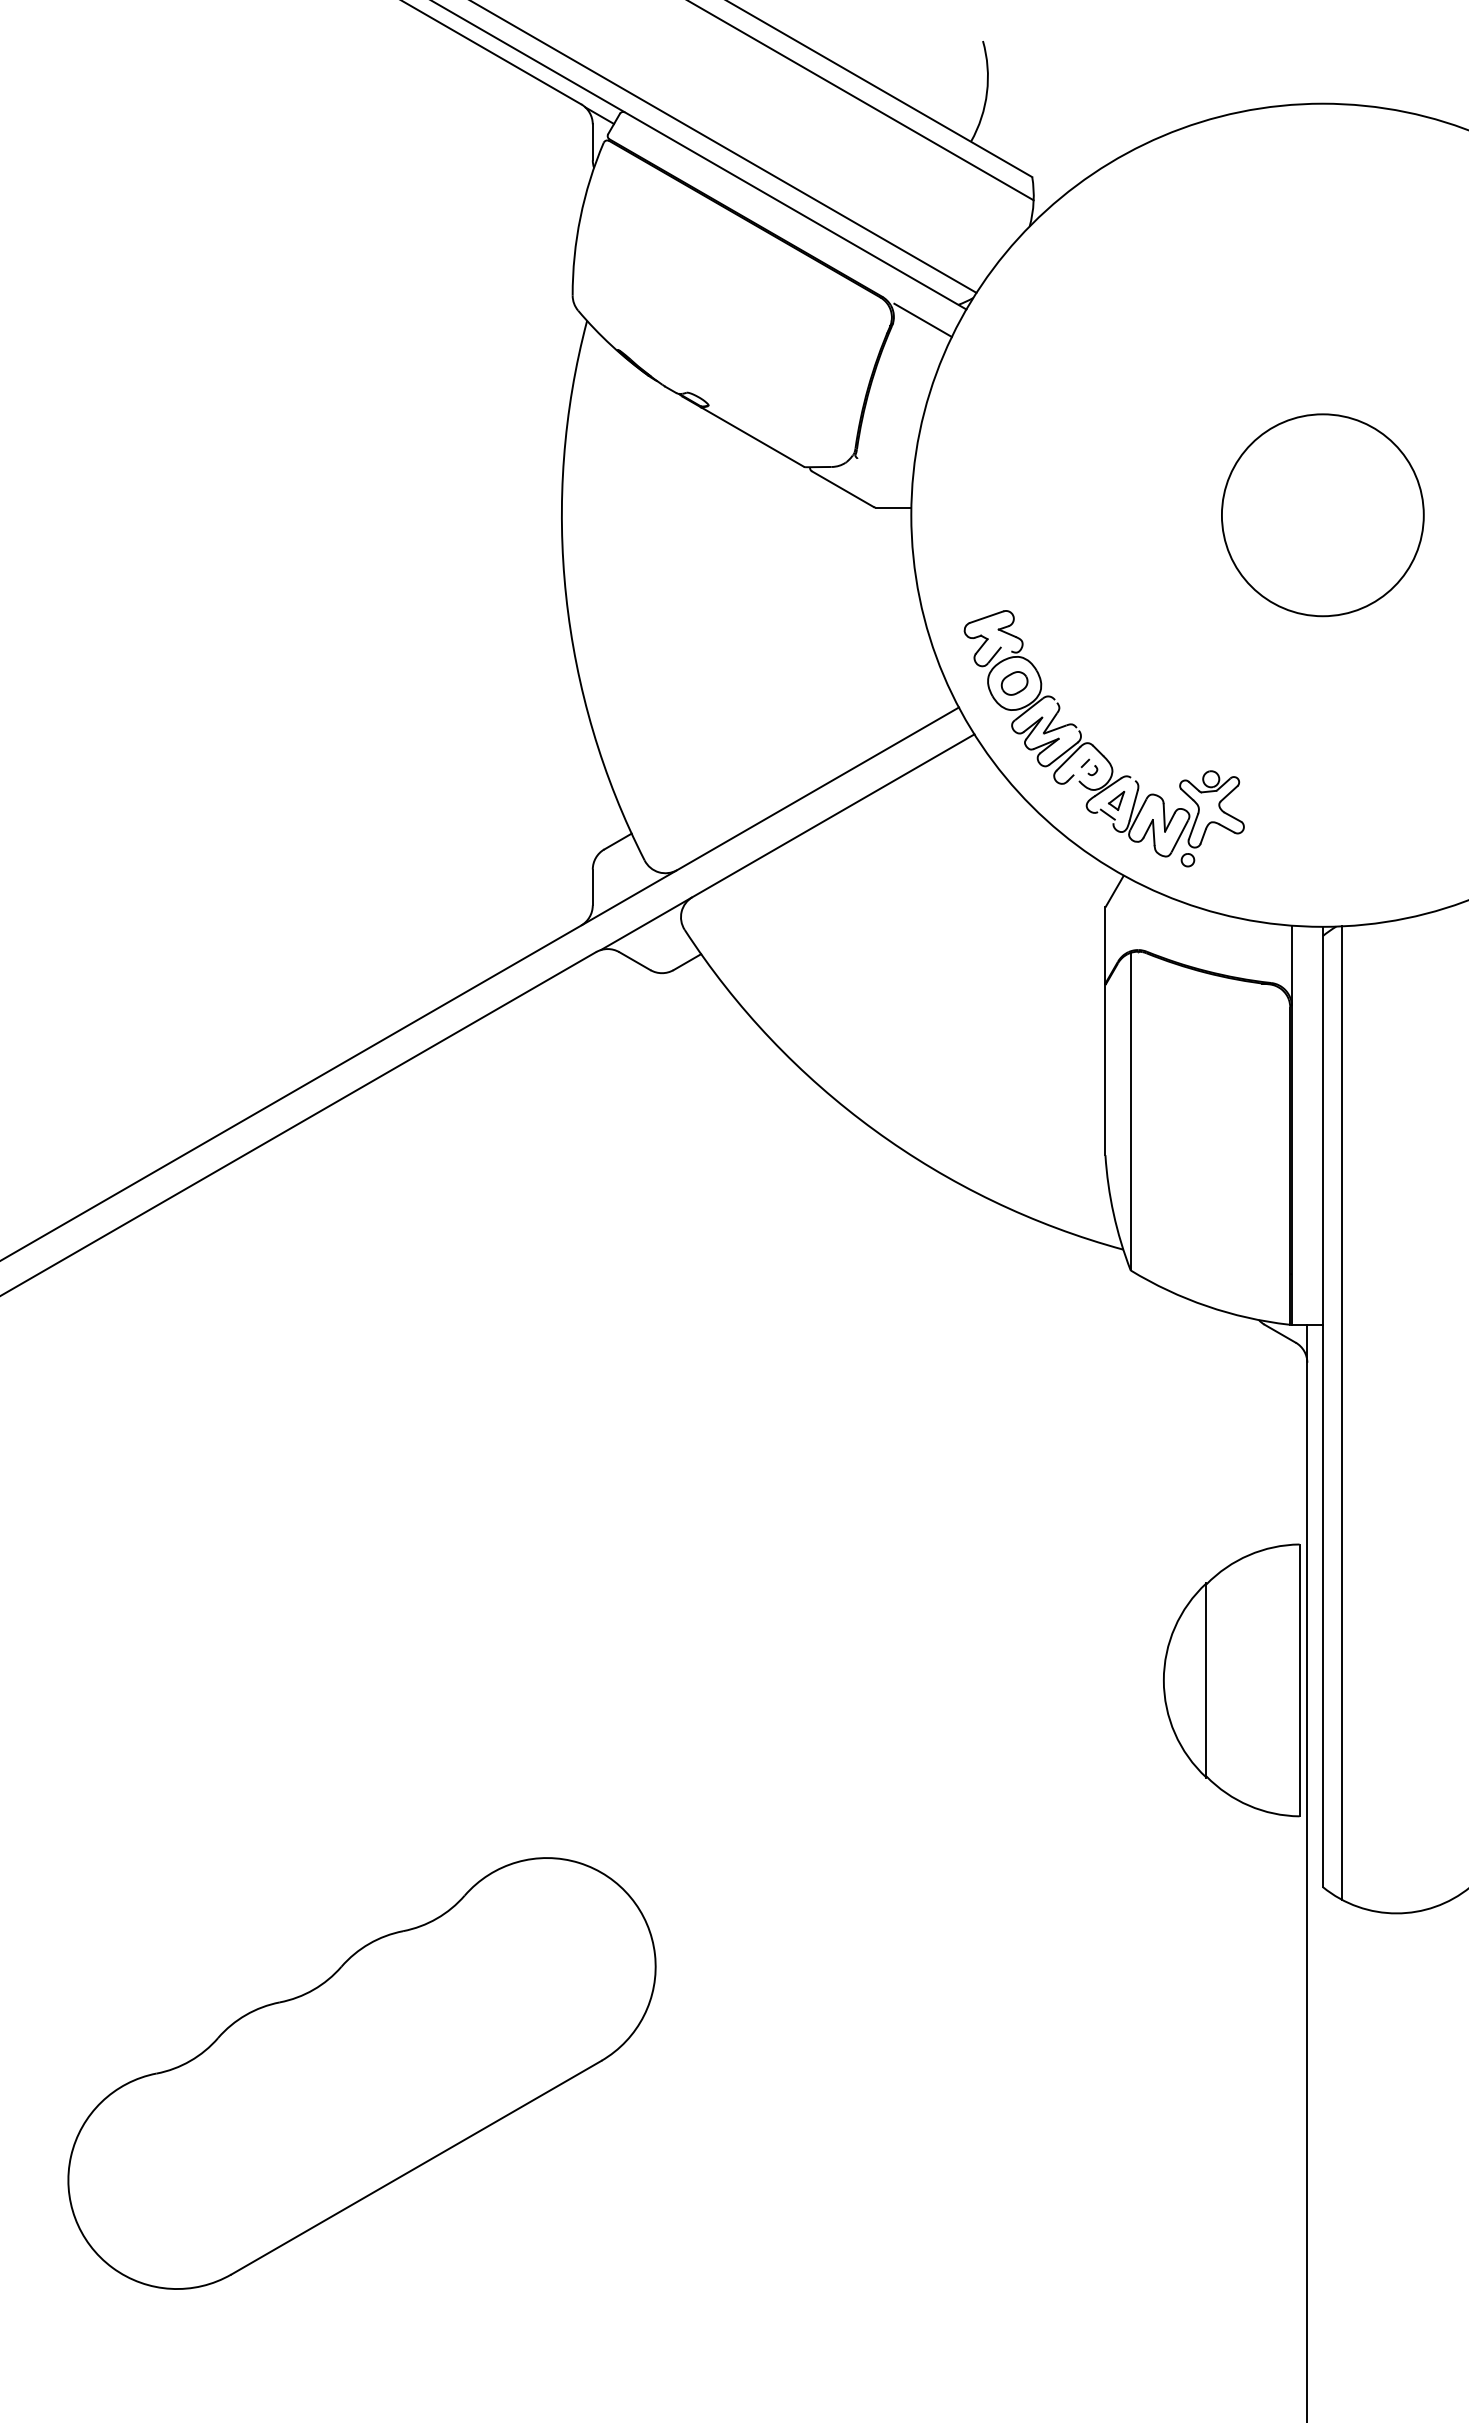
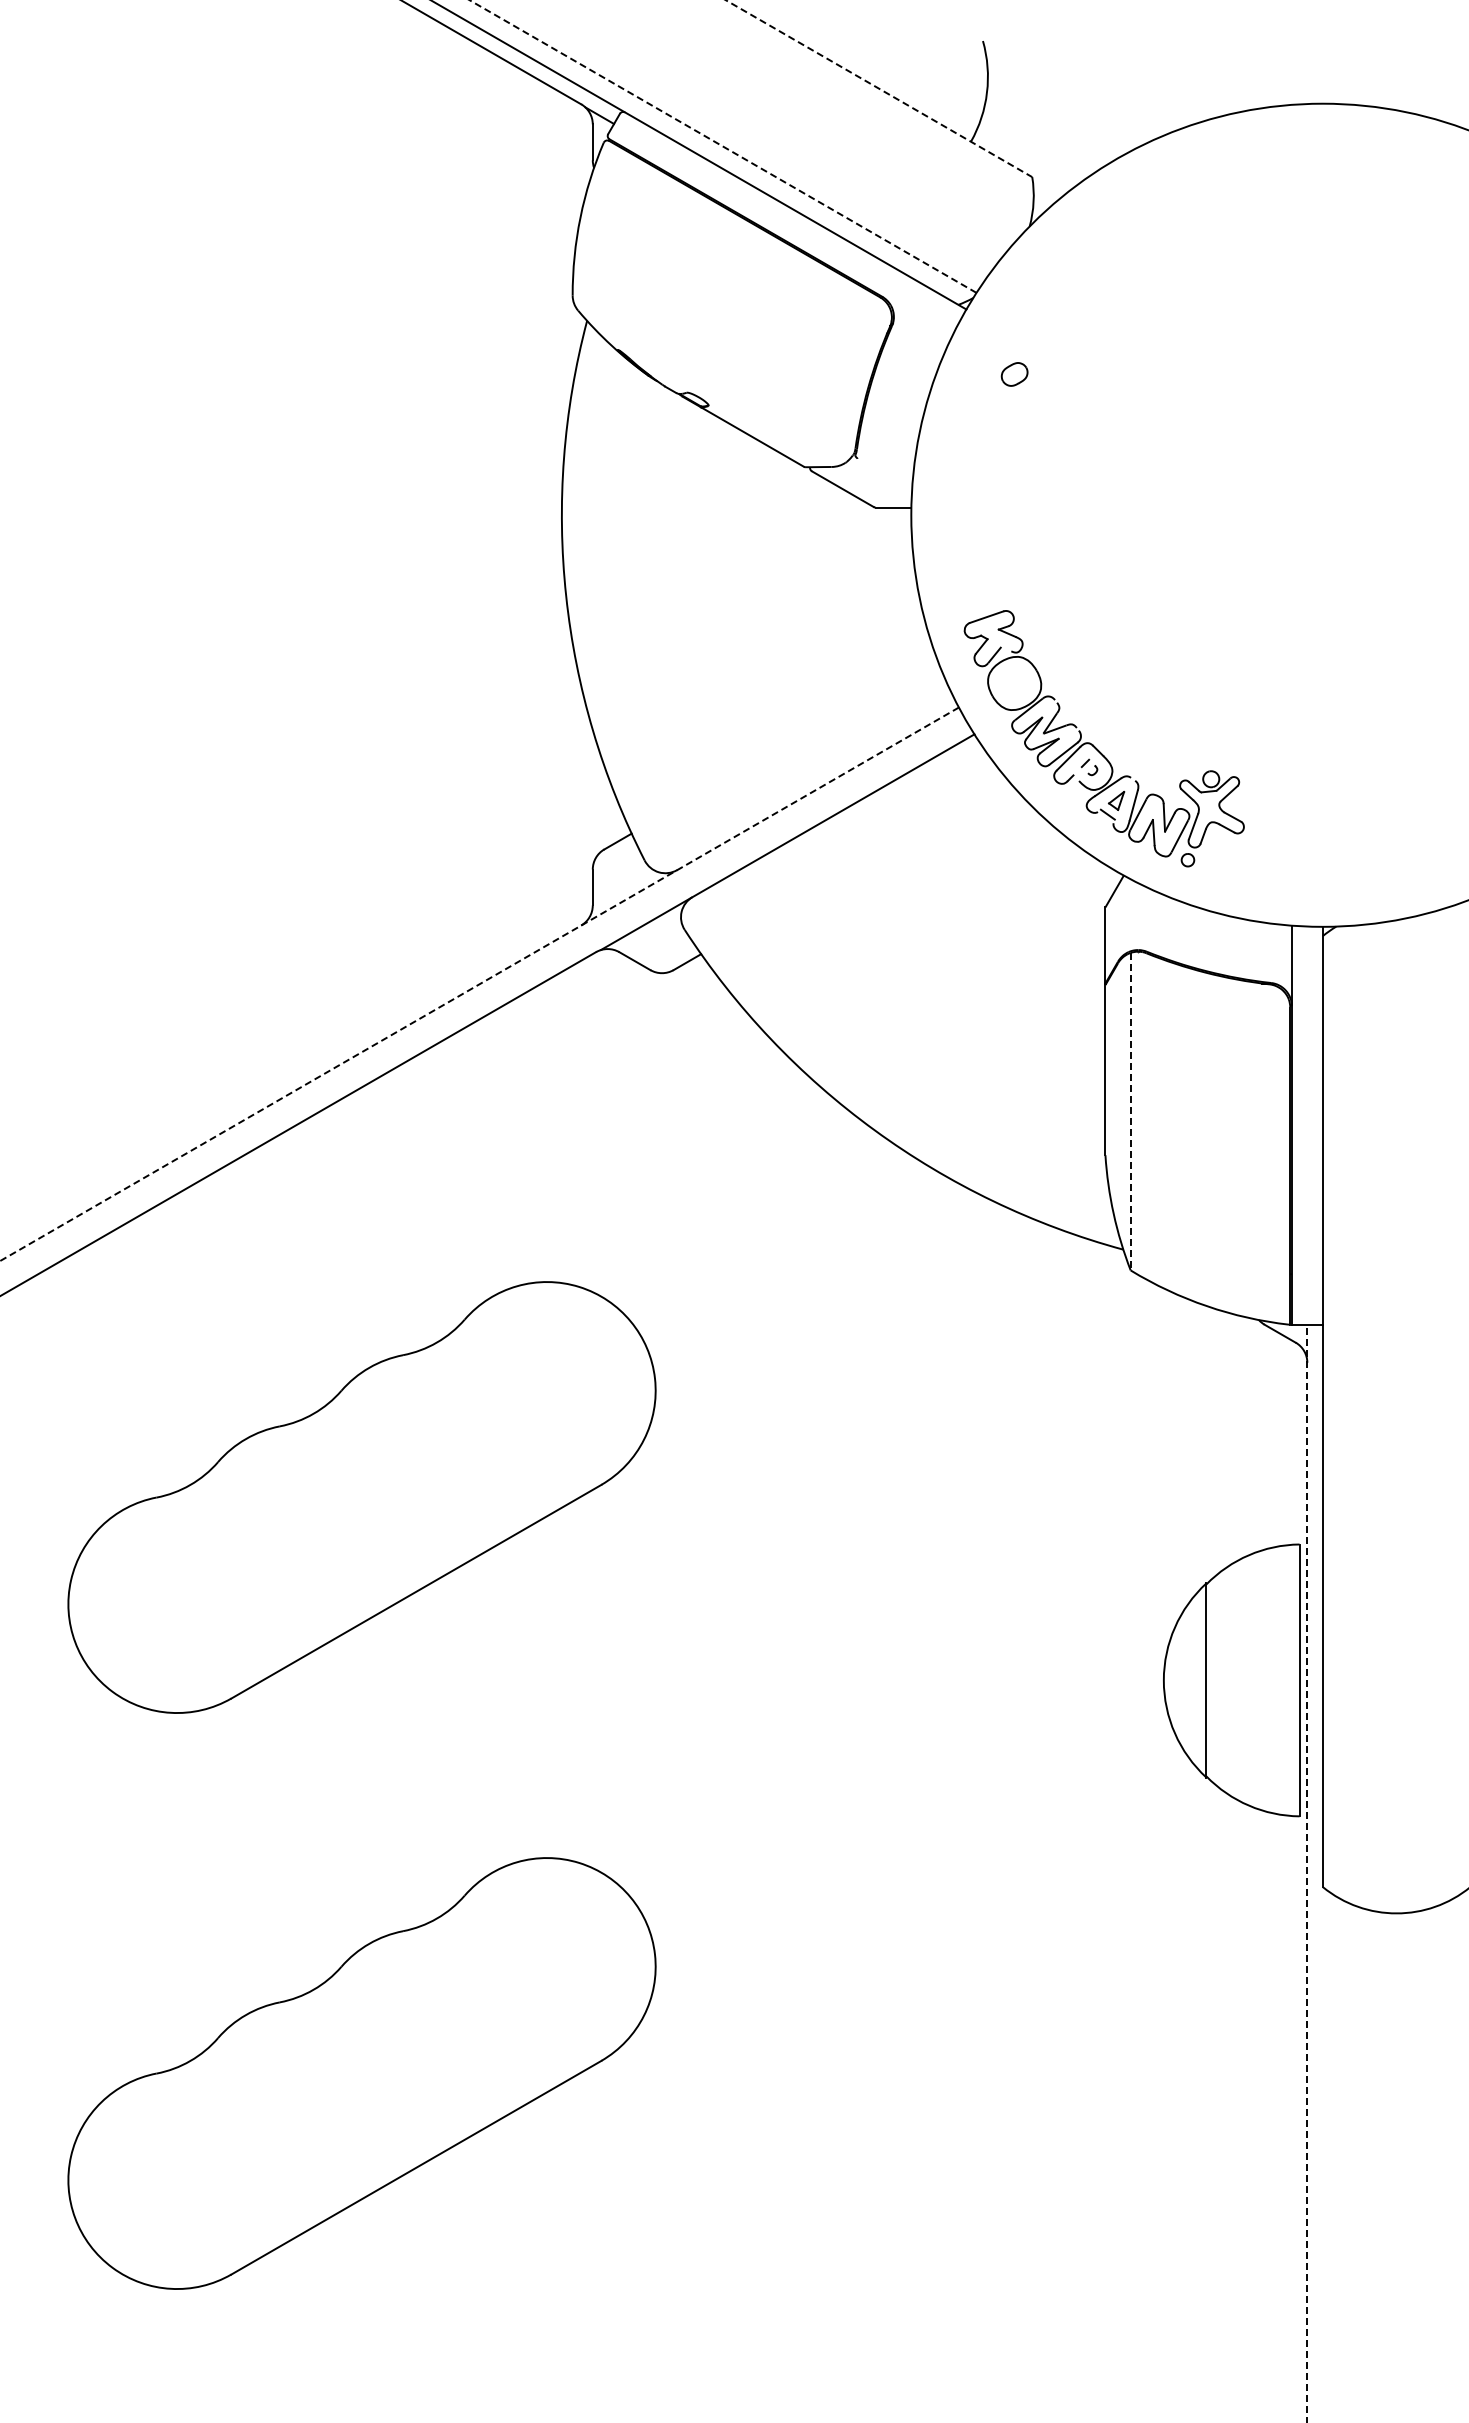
line at (878, 88): solid -> dashed
line at (861, 101): present -> none
line at (722, 146): solid -> dashed
line at (922, 320): present -> none
circle at (1322, 515): present -> none
part at (1014, 683) position: (1014, 683) -> (1014, 374)
line at (479, 984): solid -> dashed
line at (1130, 1111): solid -> dashed
line at (1342, 1412): present -> none
part at (361, 1497): none -> present
line at (1307, 1873): solid -> dashed
